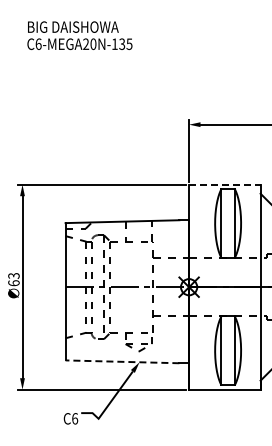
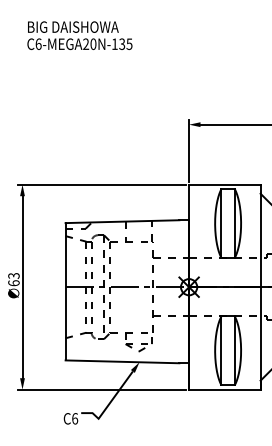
line at (224, 184): dashed -> solid
line at (122, 361): dashed -> solid
